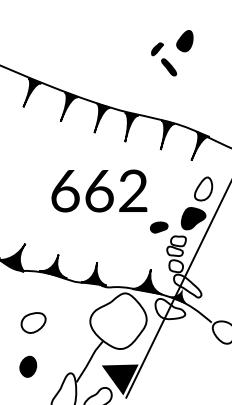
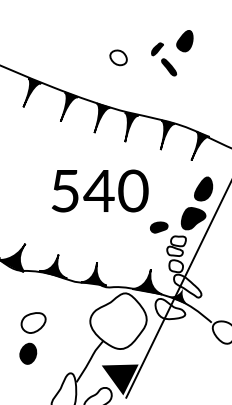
part at (118, 57): none -> present
fill at (203, 188): none -> present
text at (99, 190): 662 -> 540
part at (28, 366) position: (28, 366) -> (28, 353)
